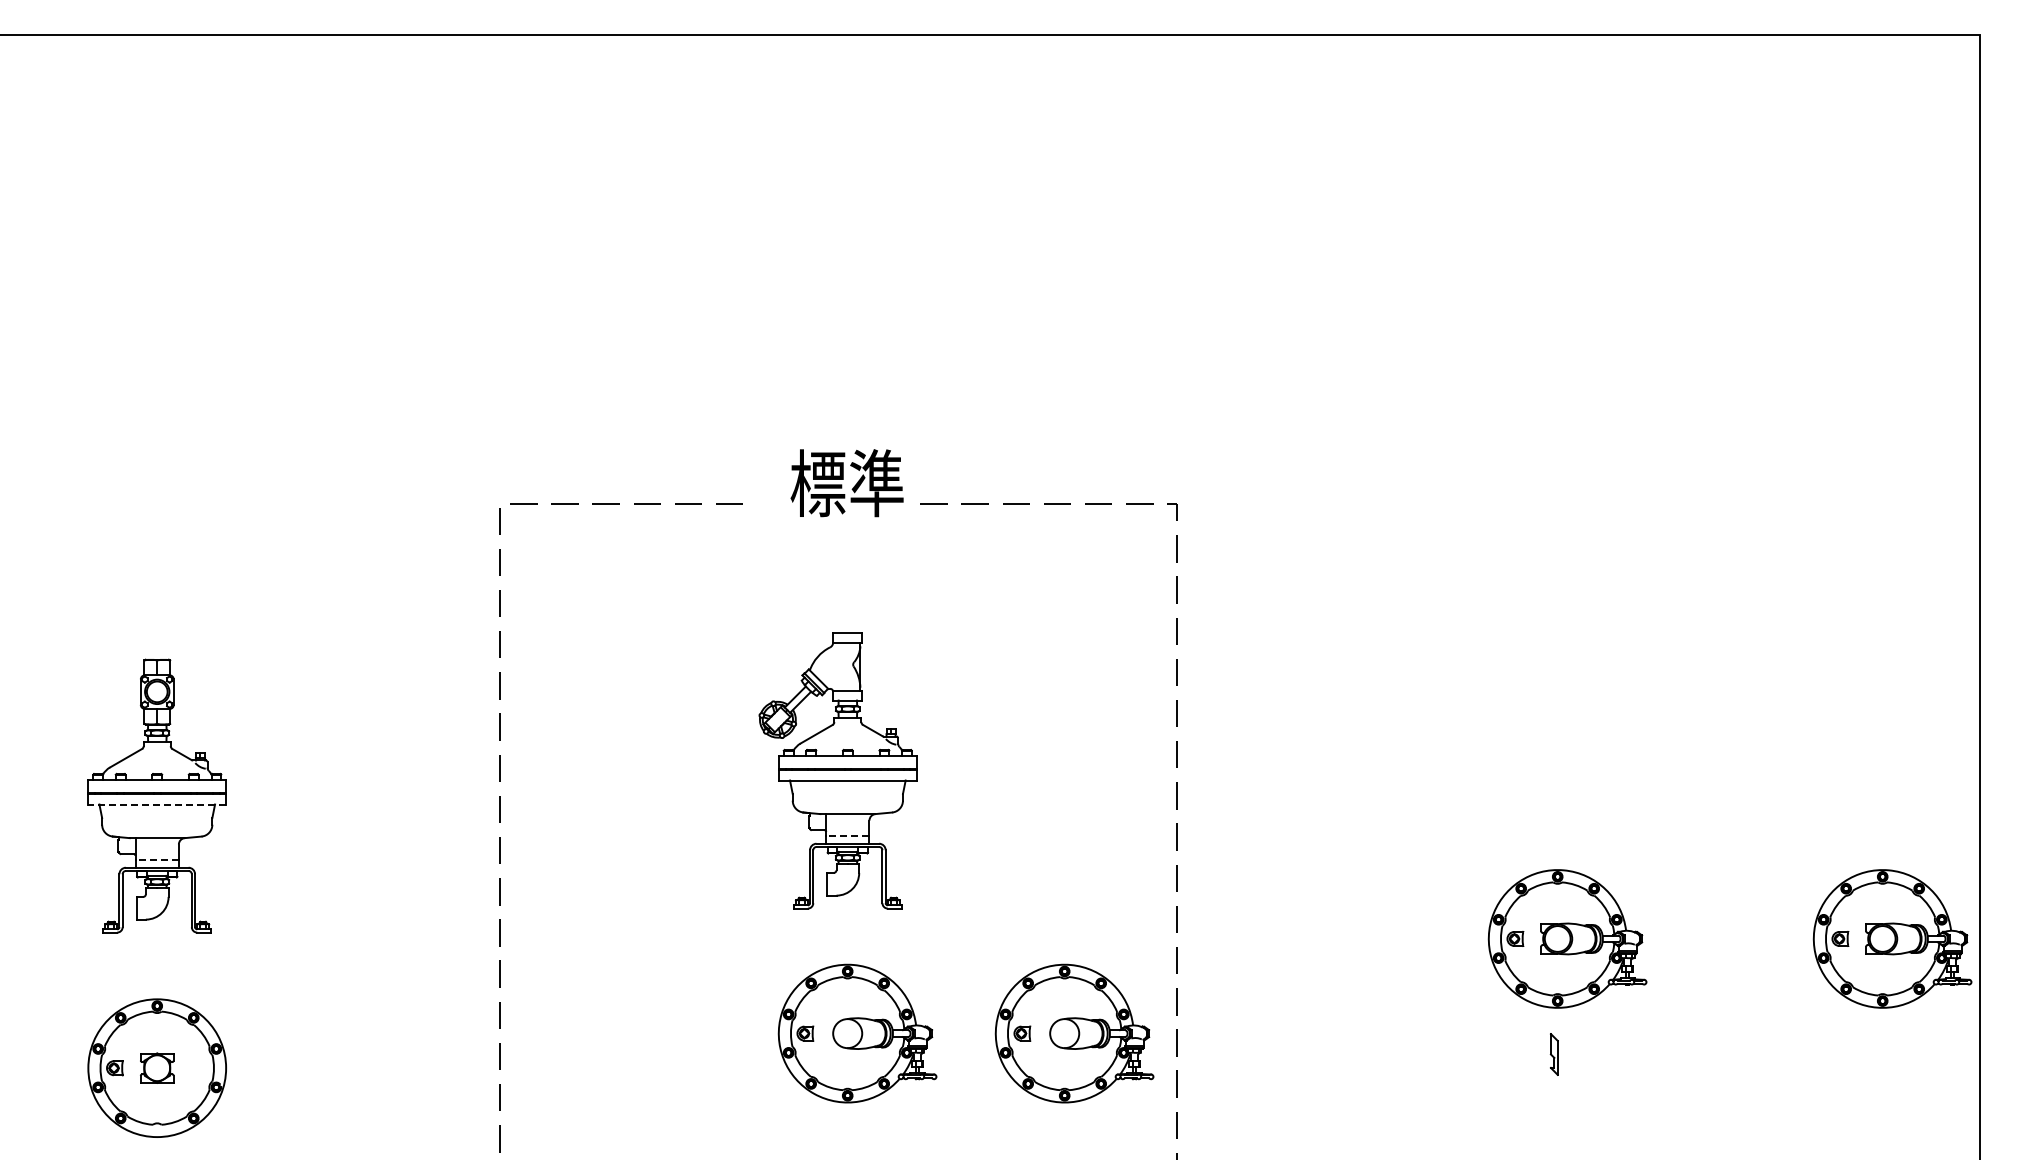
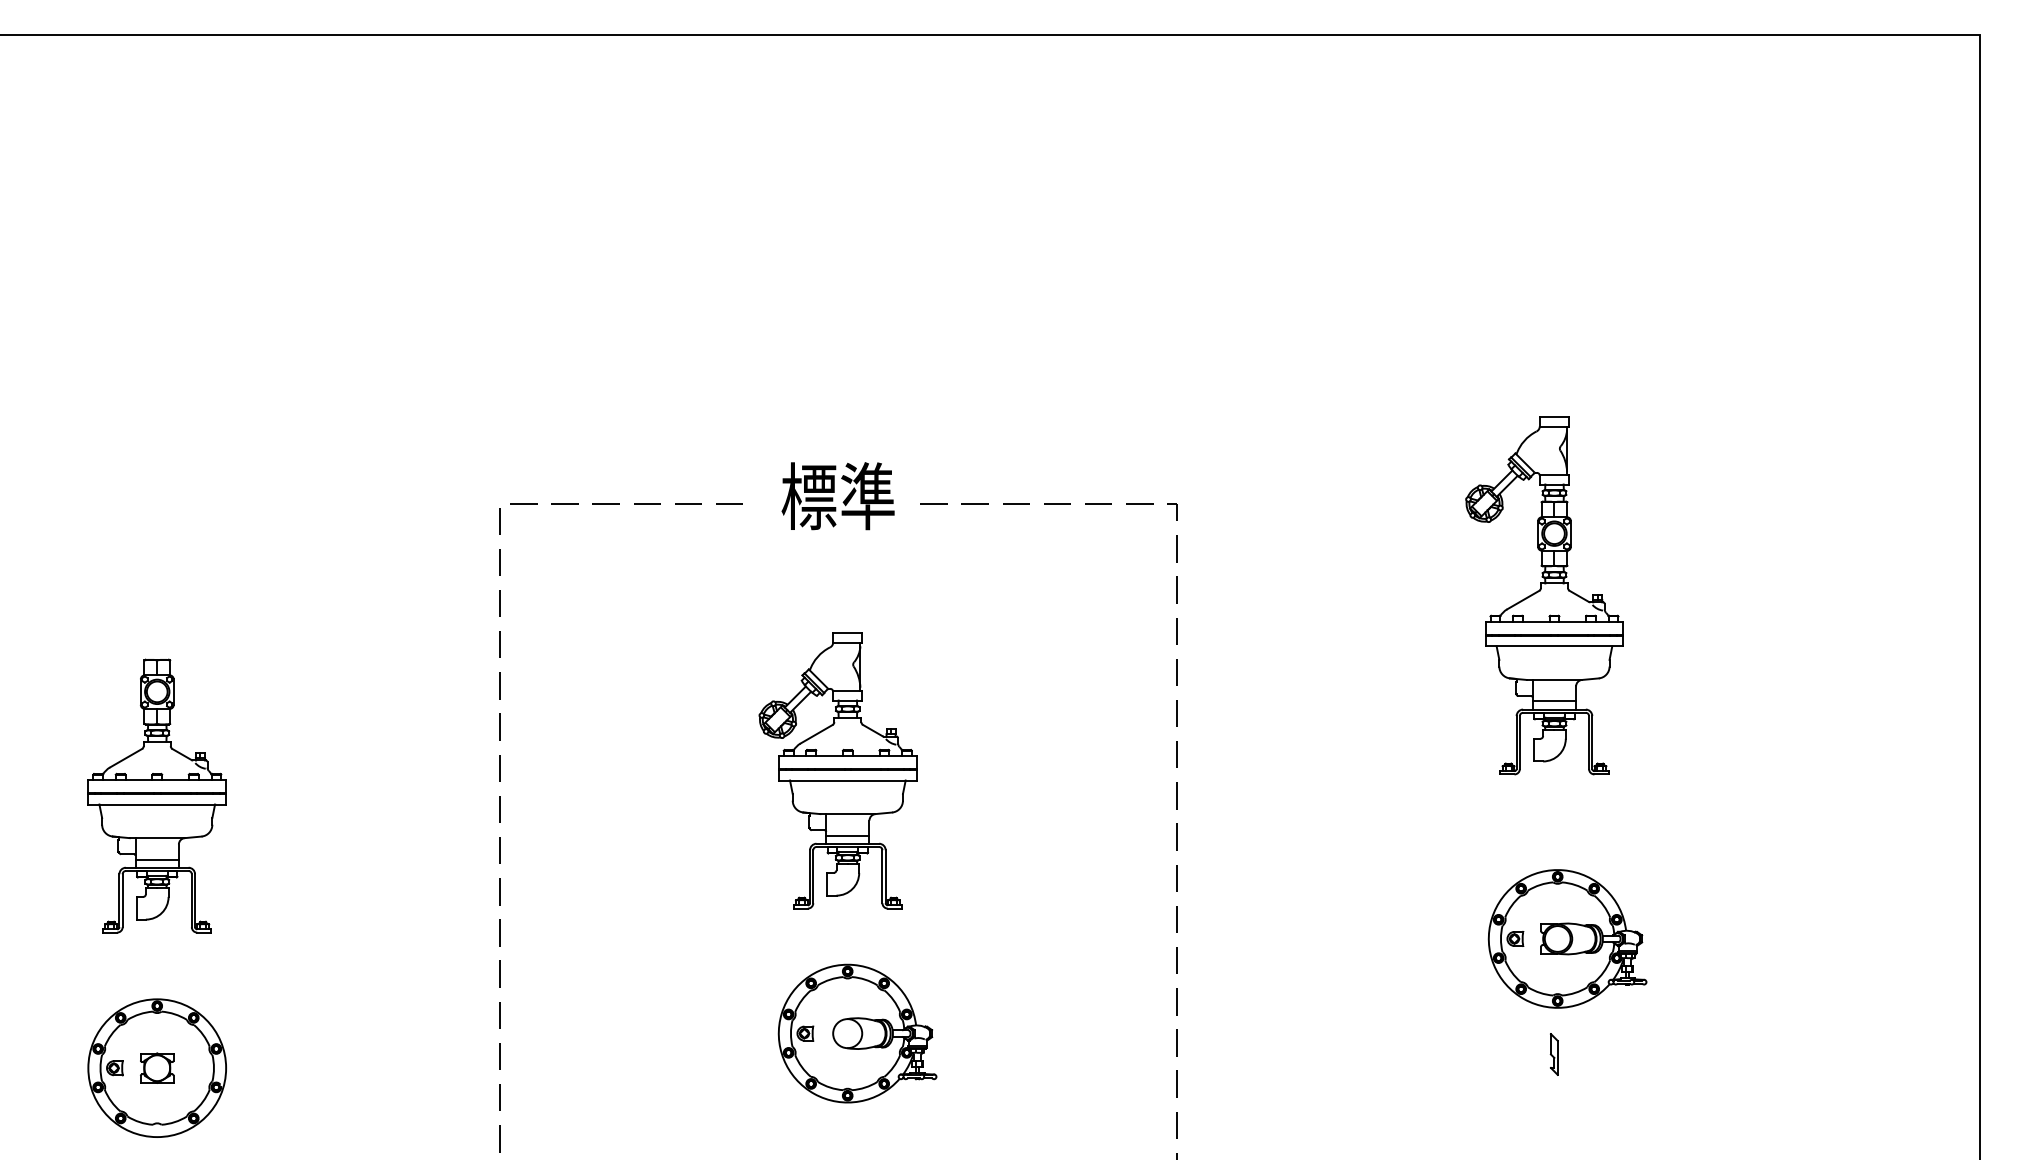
text at (846, 483) position: (846, 483) -> (837, 496)
part at (1544, 595): none -> present
line at (157, 804): dashed -> solid
line at (847, 835): dashed -> solid
line at (157, 859): dashed -> solid
part at (1892, 938): present -> none
part at (1074, 1033): present -> none
